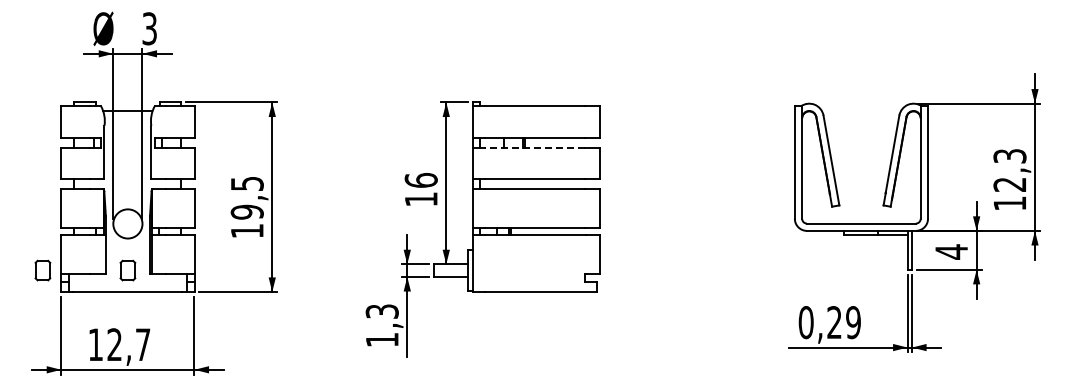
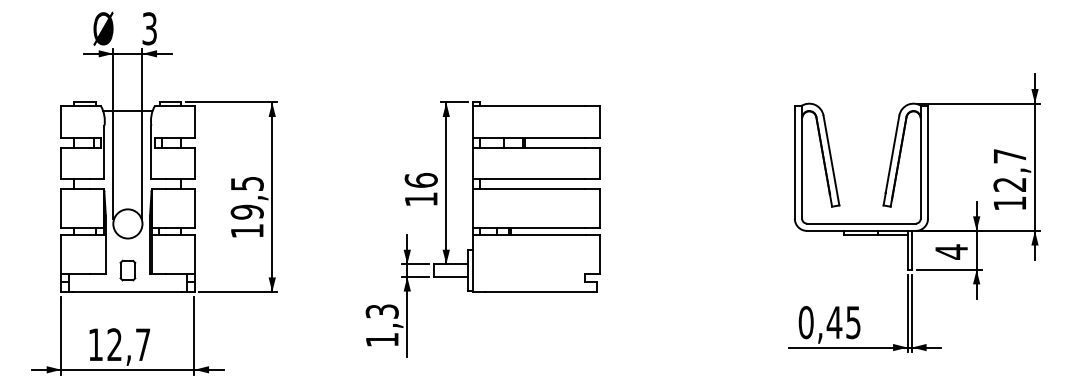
line at (534, 147): dashed -> solid
text at (1009, 156): 12,3 -> 12,7
part at (42, 270): present -> none
text at (843, 322): 0,29 -> 0,45
